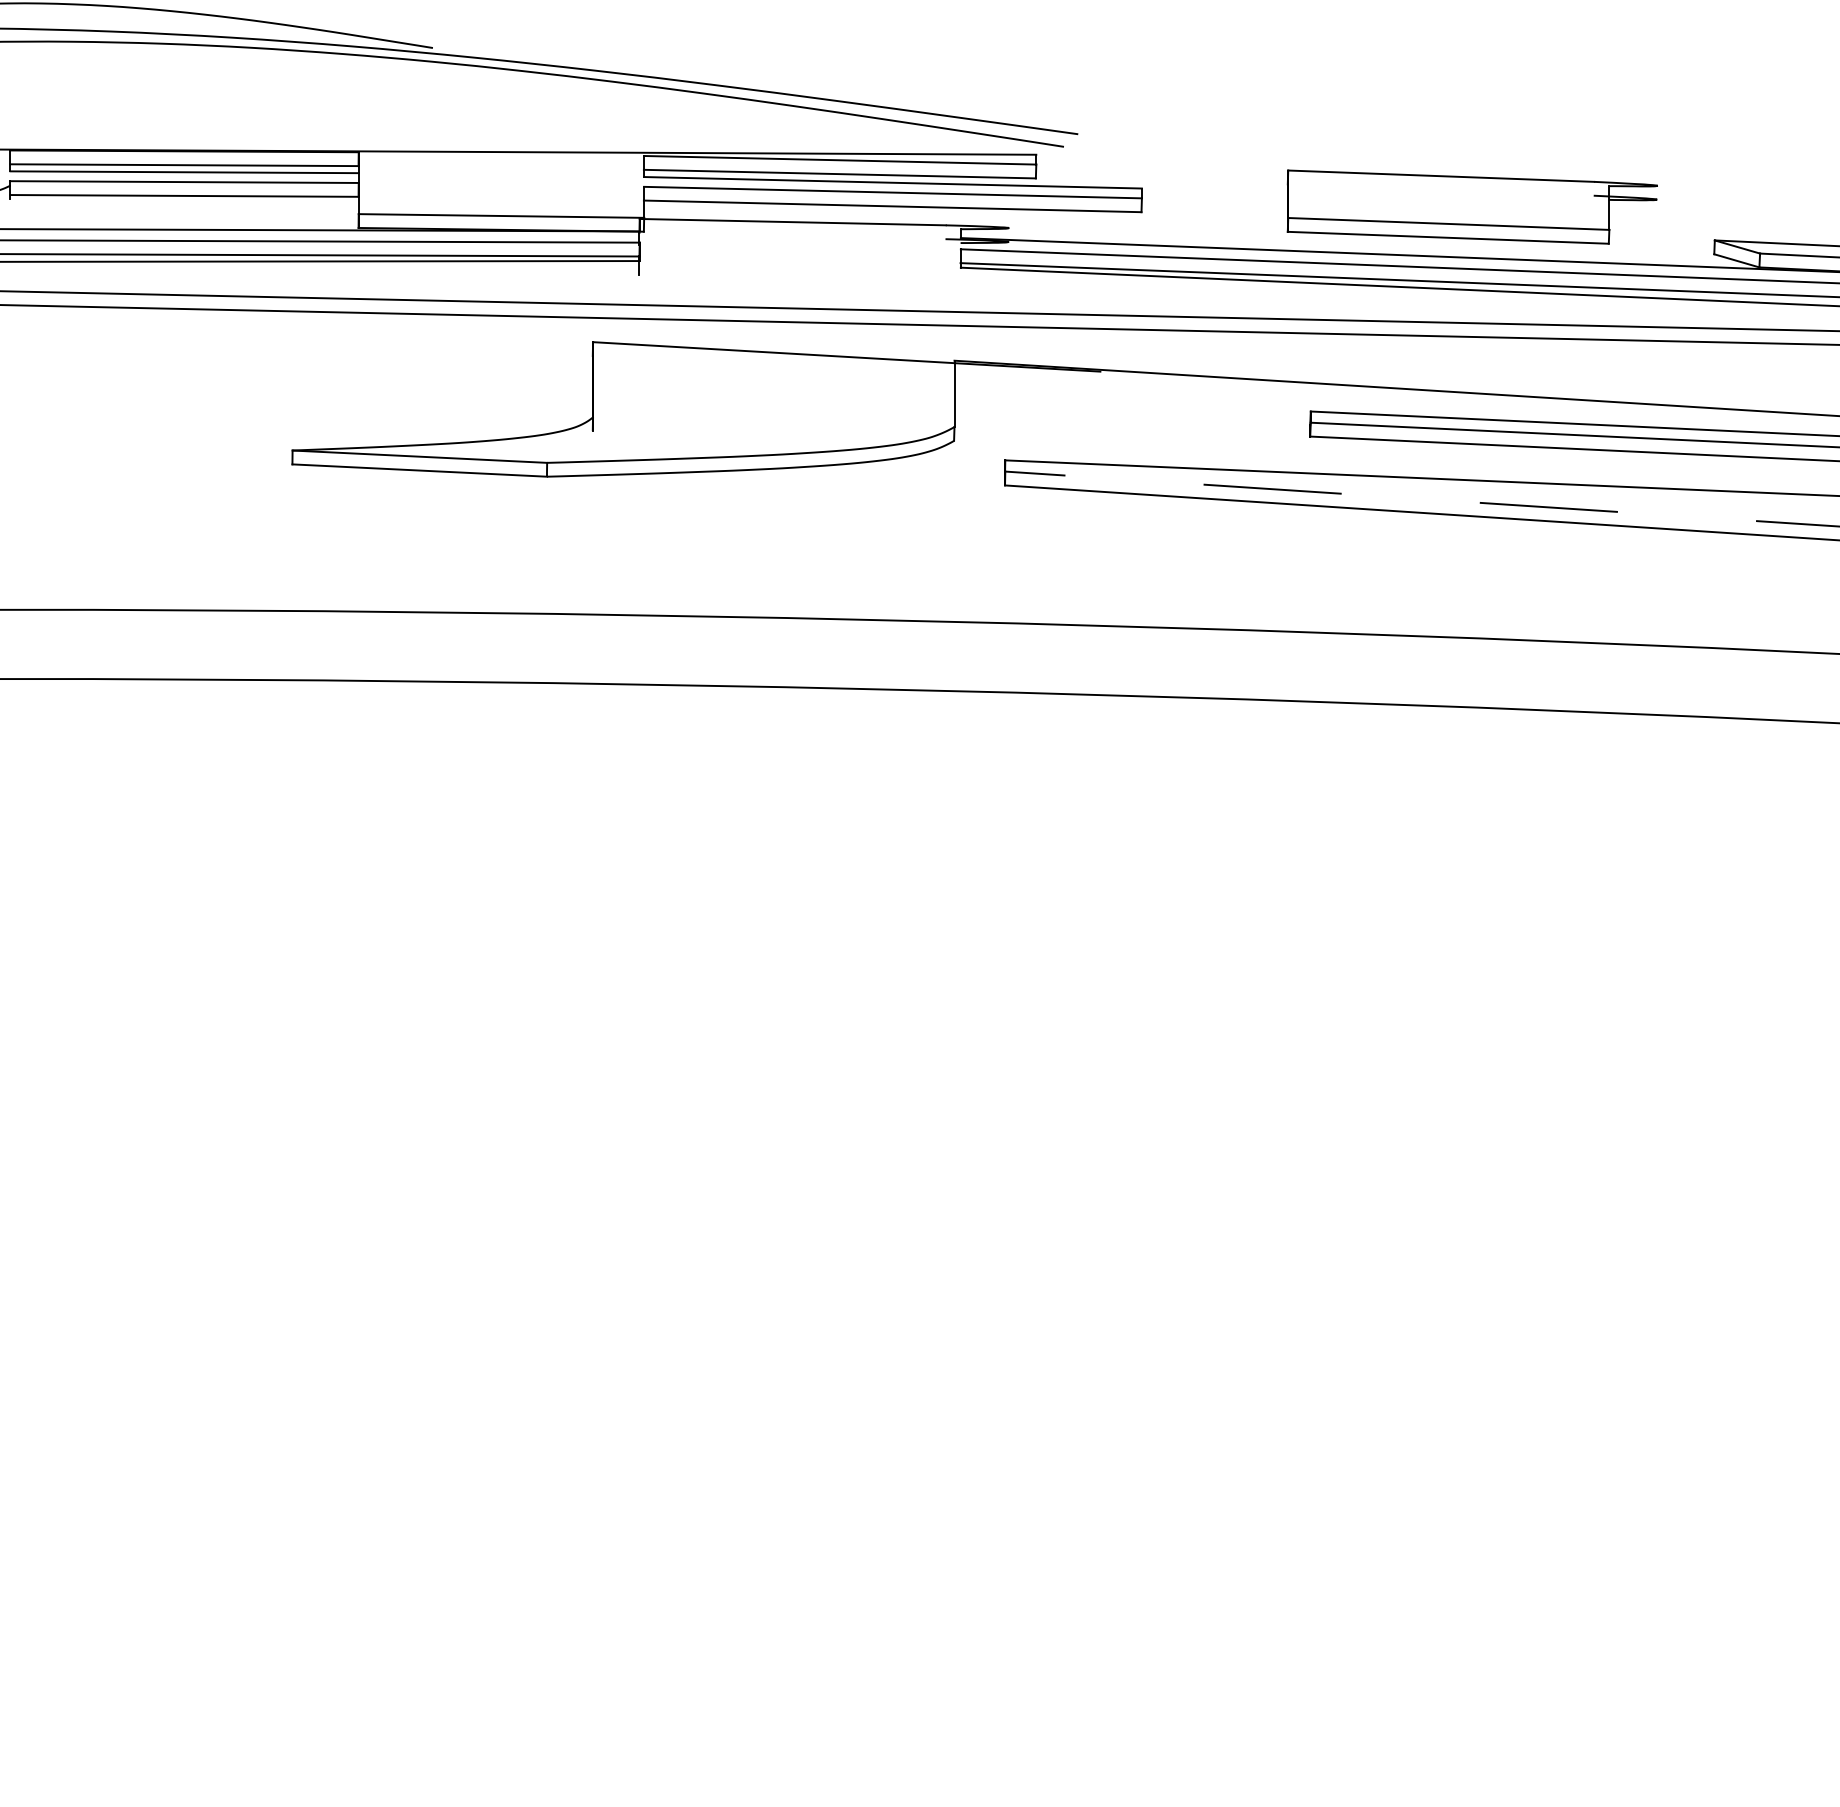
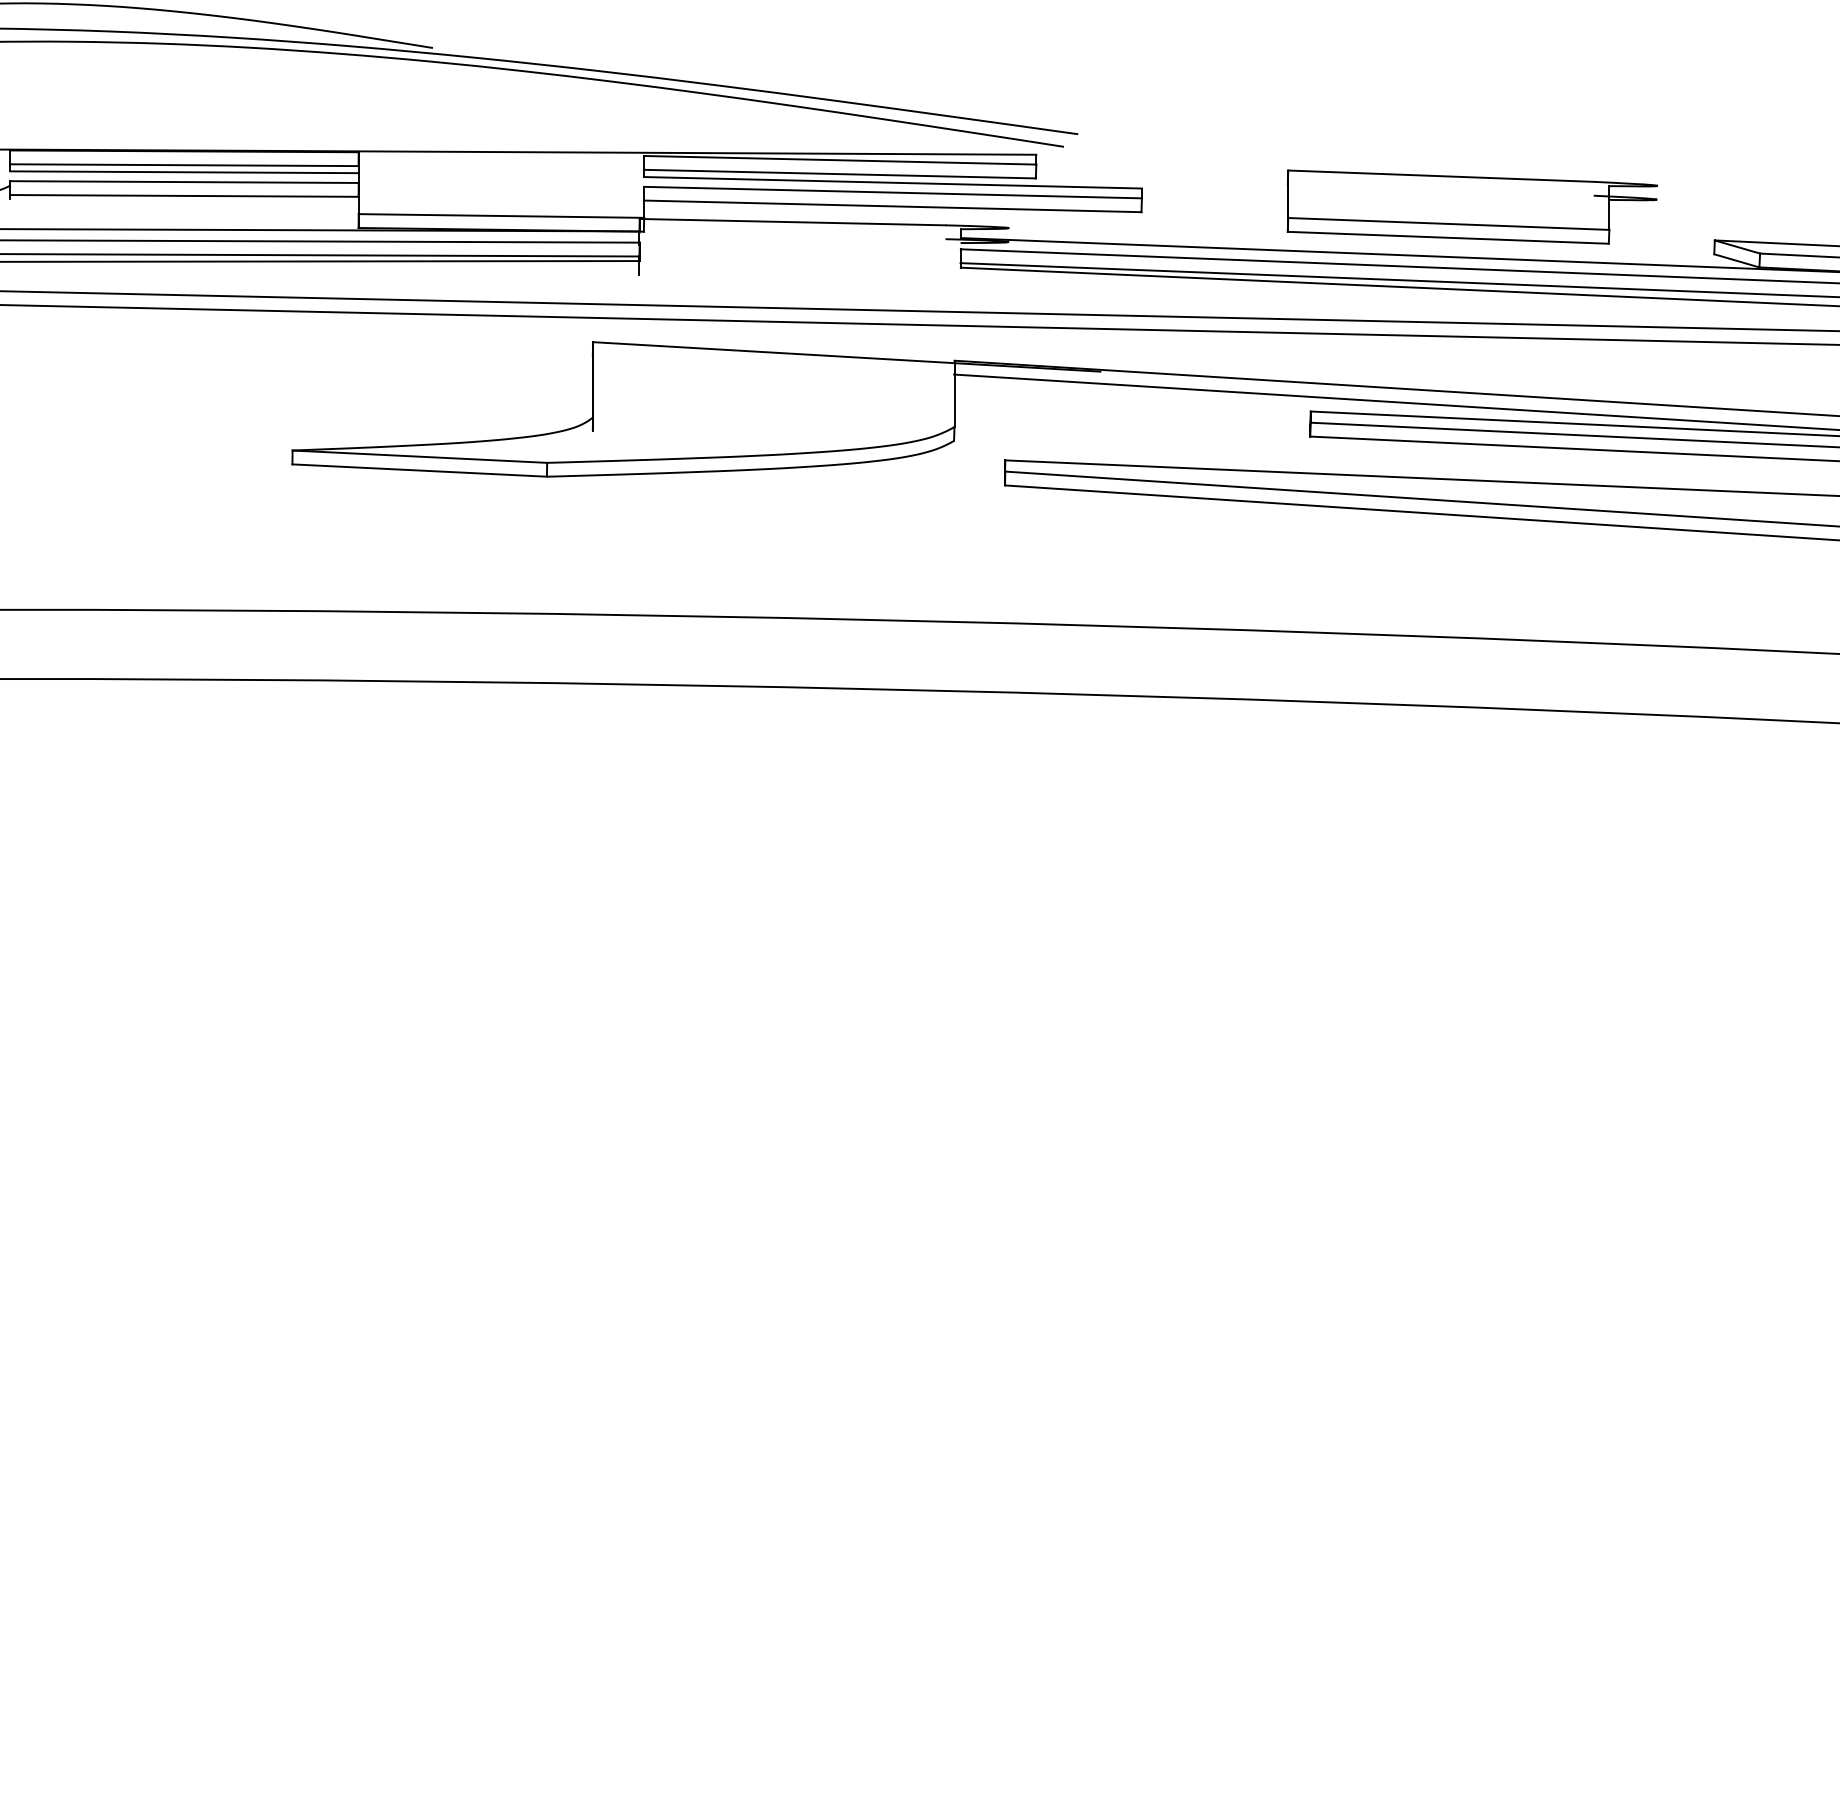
line at (1395, 401): none -> present
line at (1422, 499): dashed -> solid
